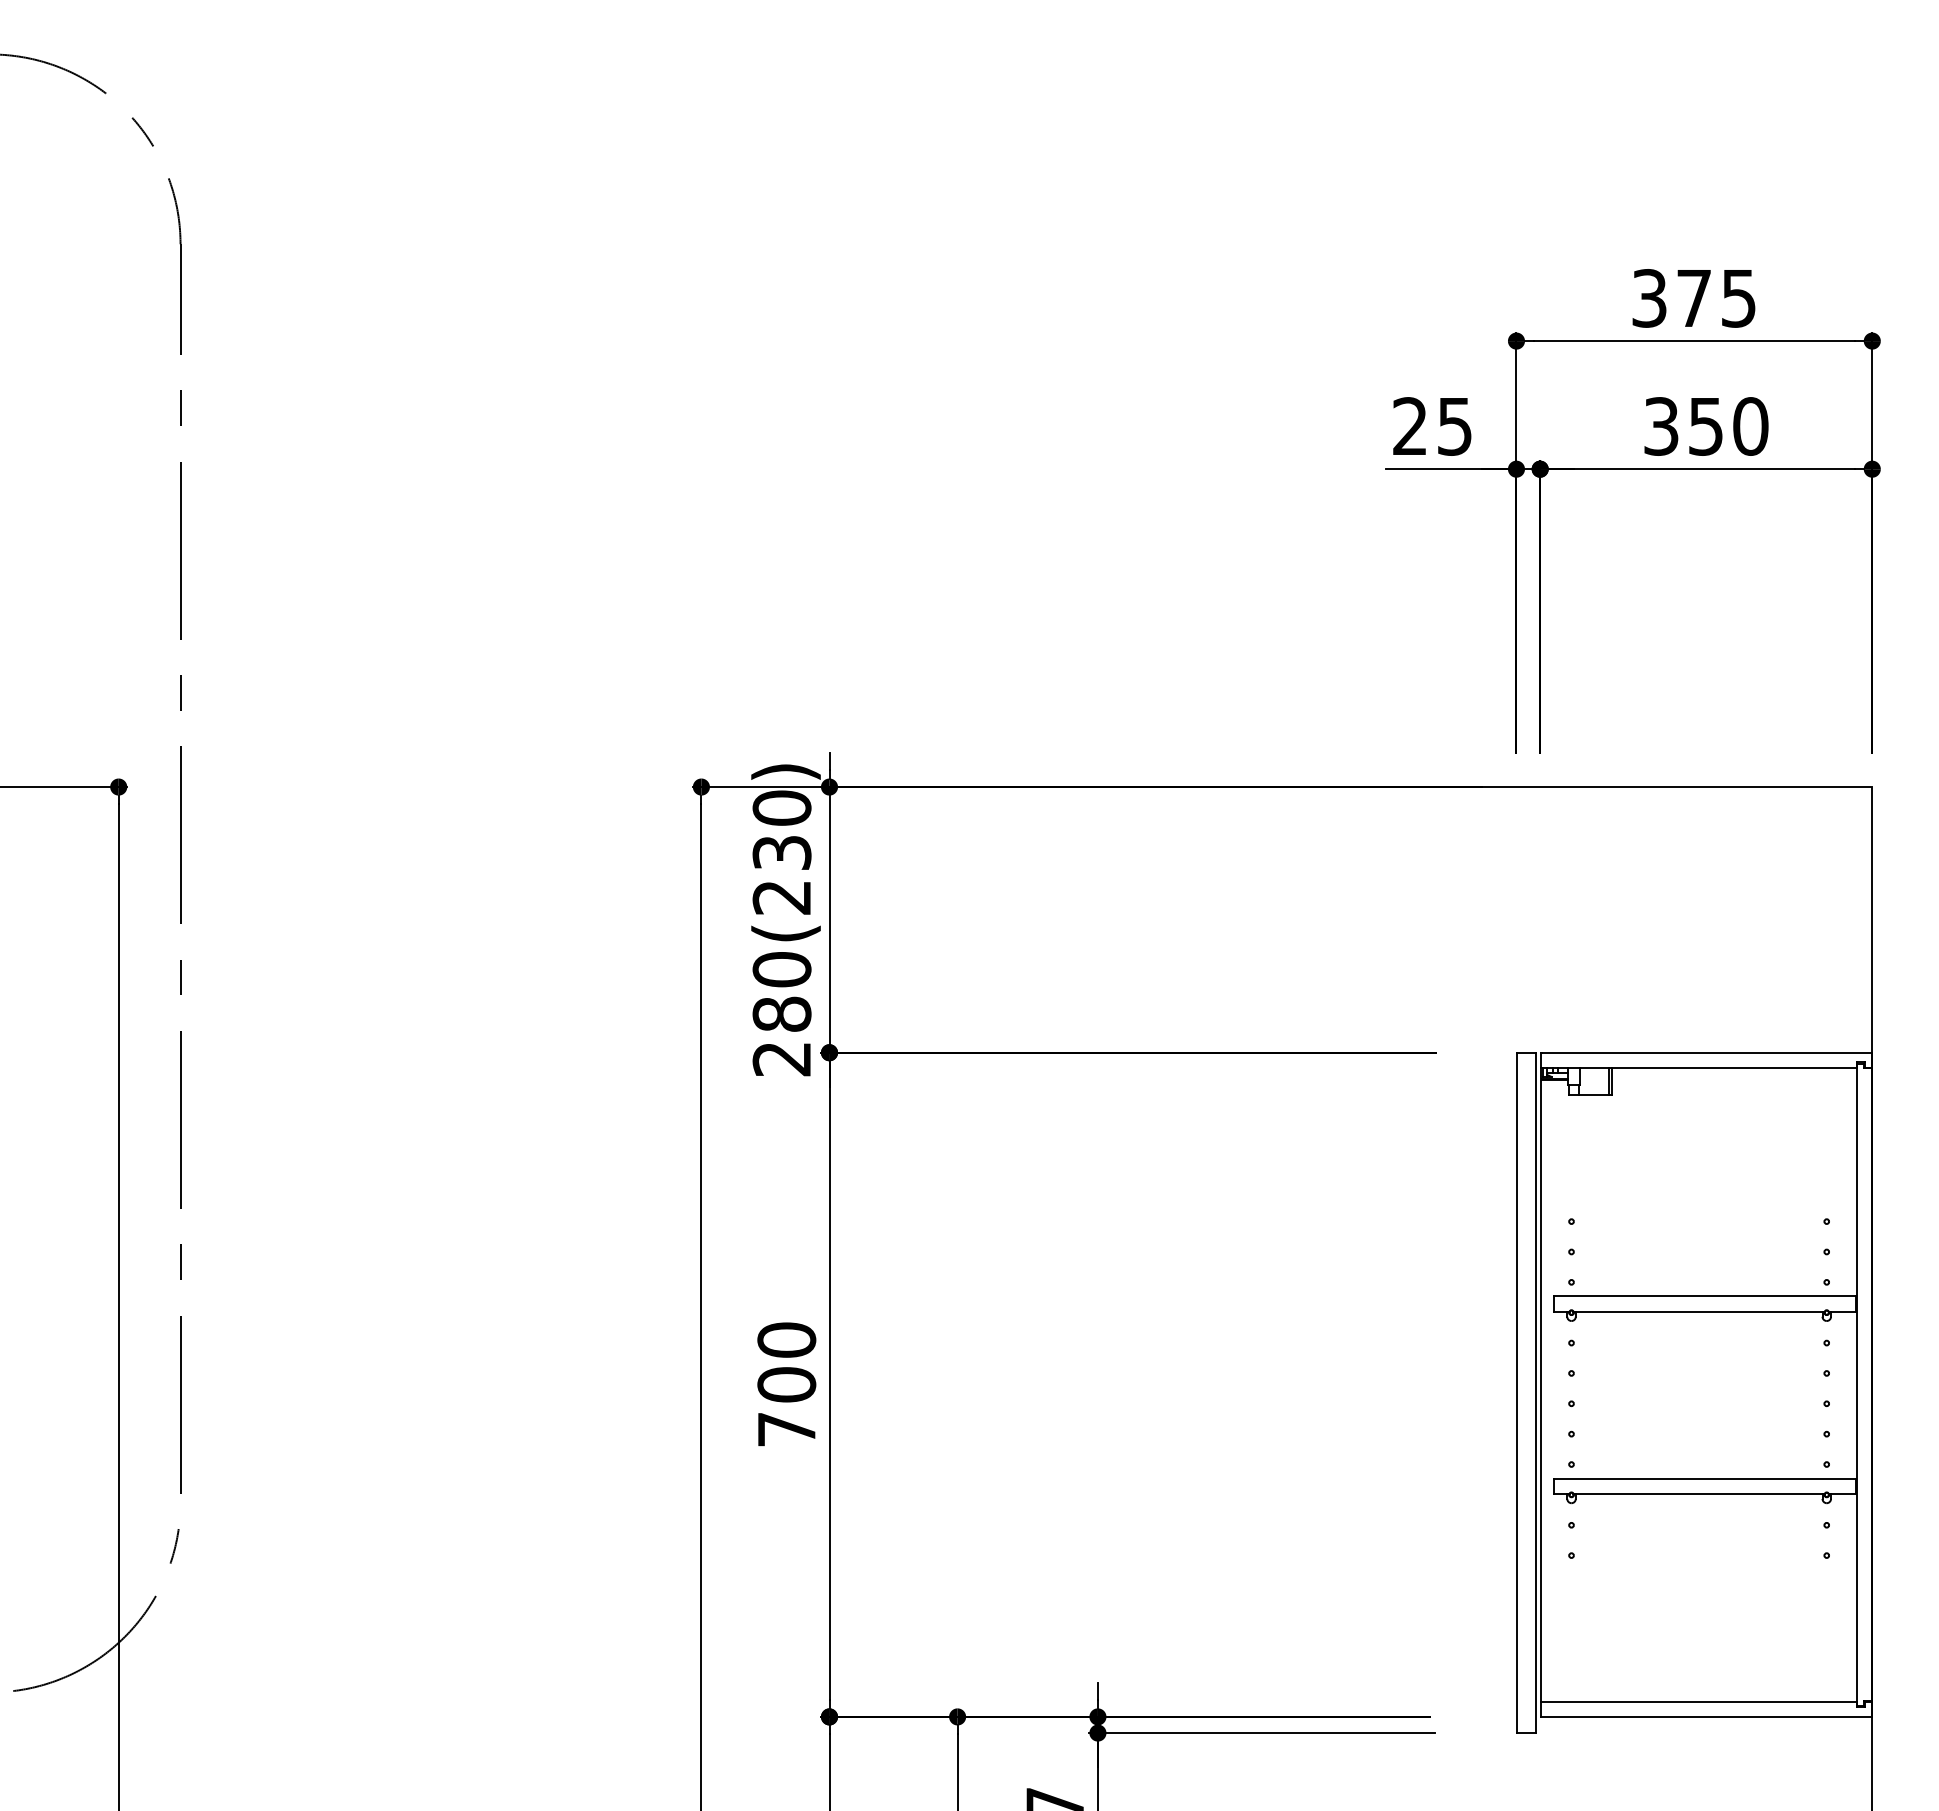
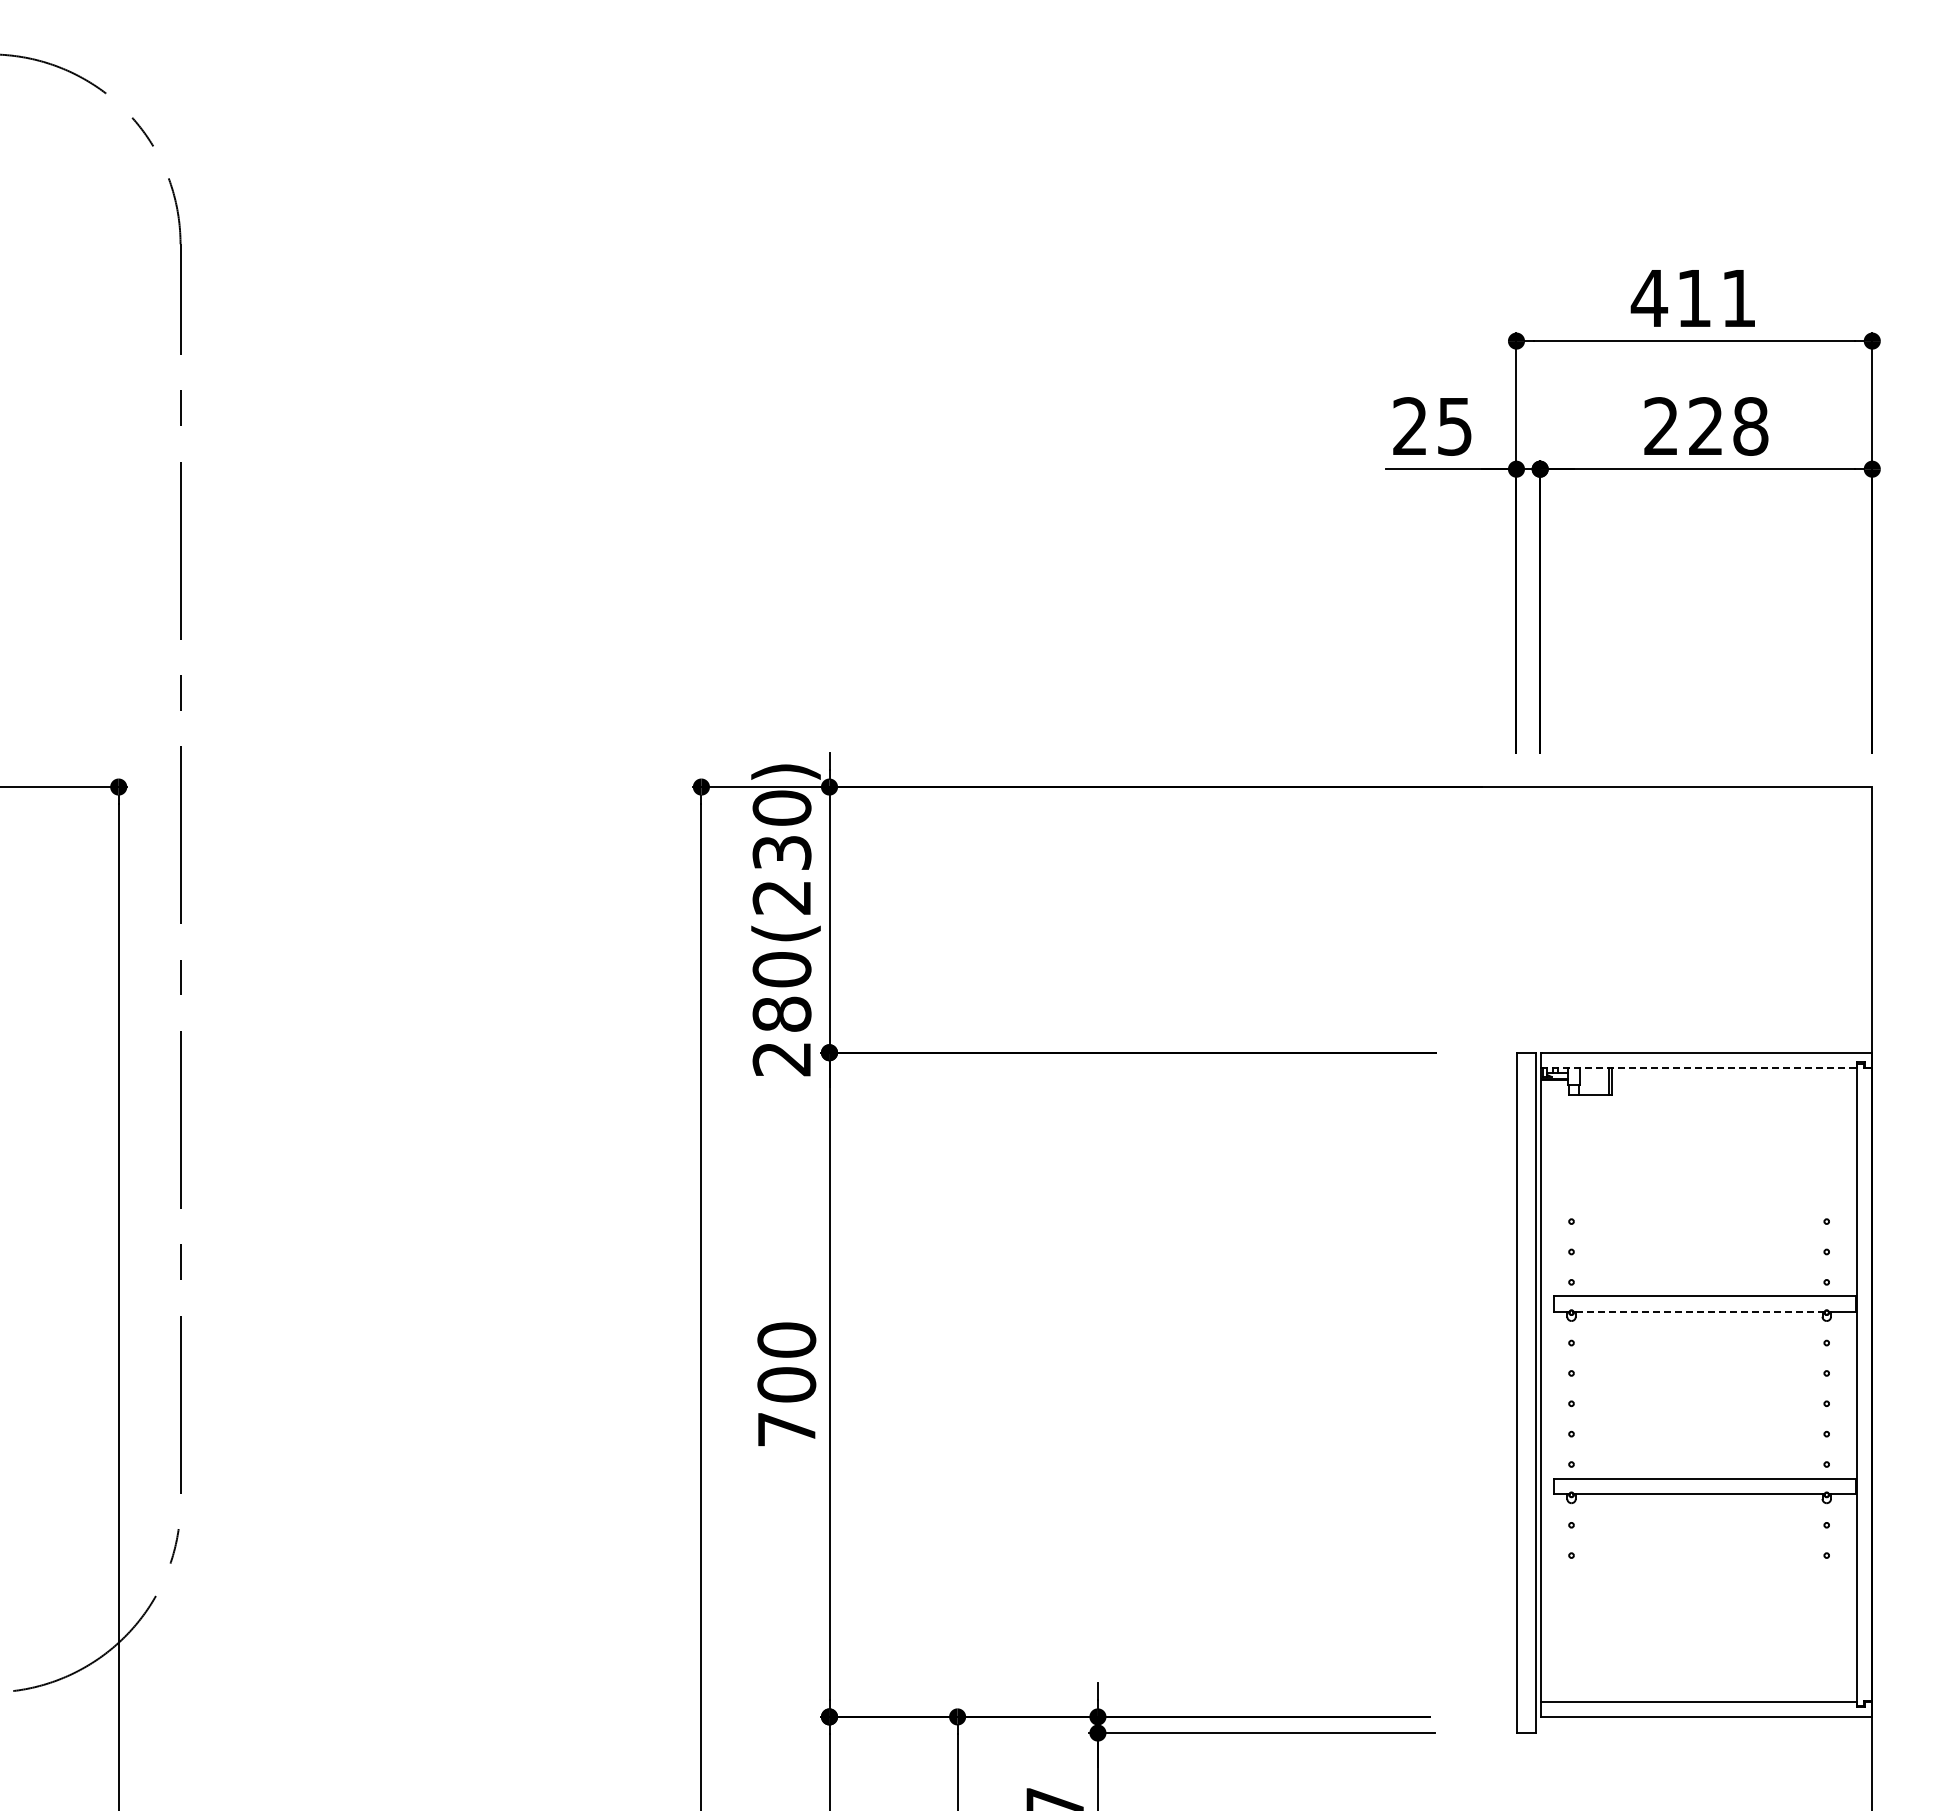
text at (1692, 298): 375 -> 411
text at (1706, 426): 350 -> 228
line at (1698, 1067): solid -> dashed
line at (1699, 1311): solid -> dashed
